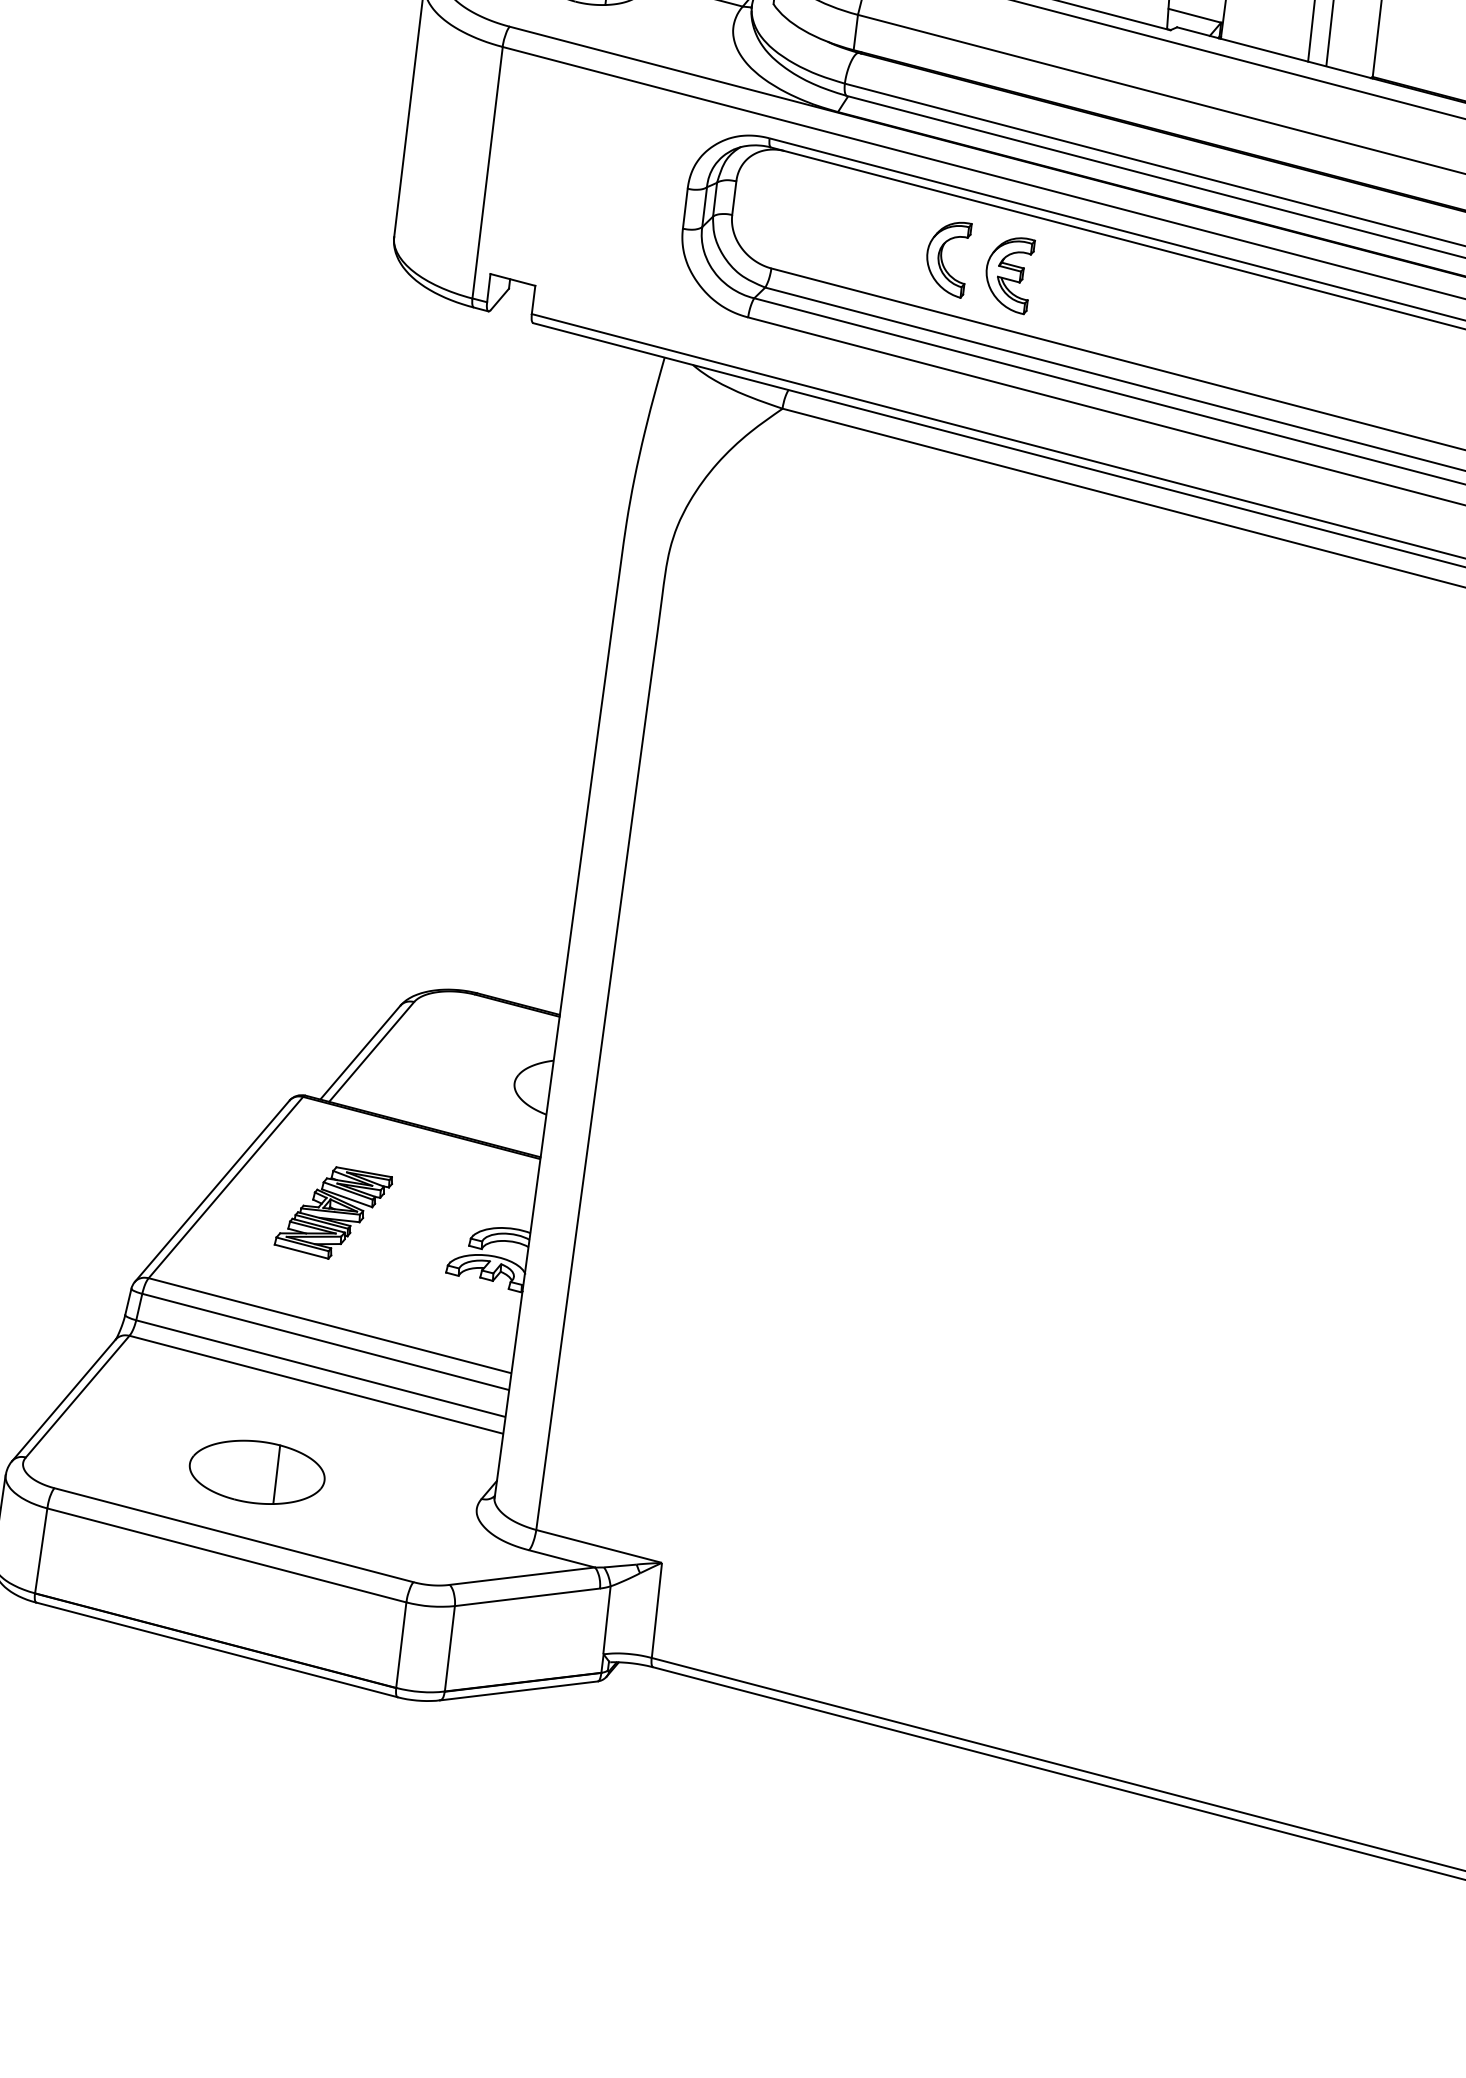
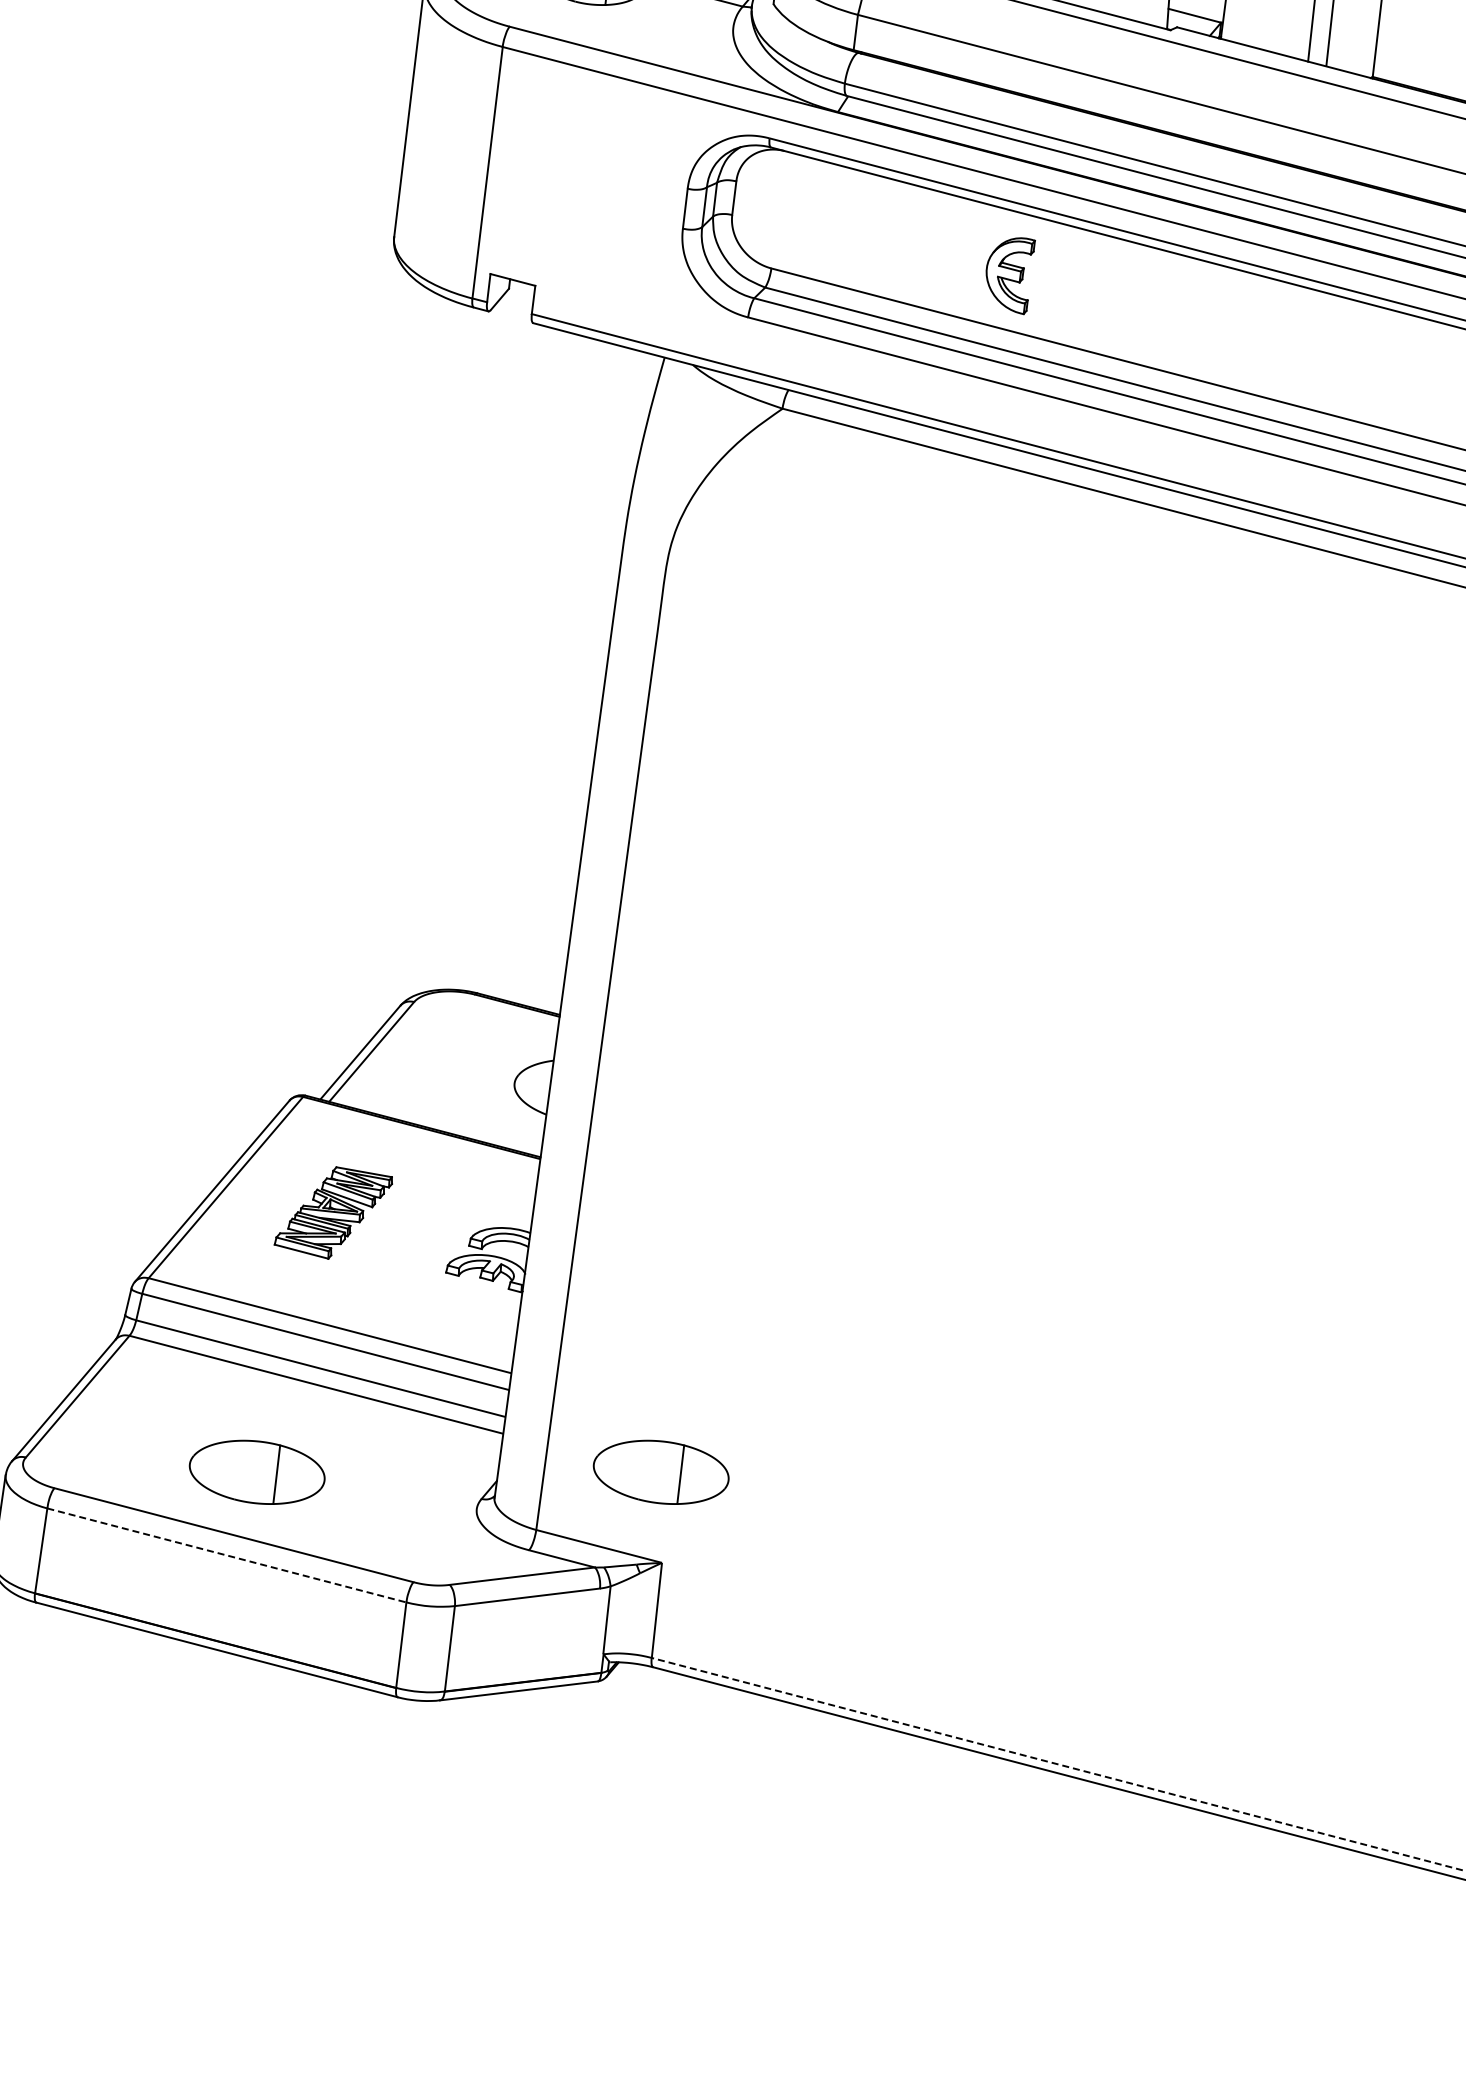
part at (943, 262): present -> none
part at (660, 1471): none -> present
line at (226, 1555): solid -> dashed
line at (1057, 1764): solid -> dashed
